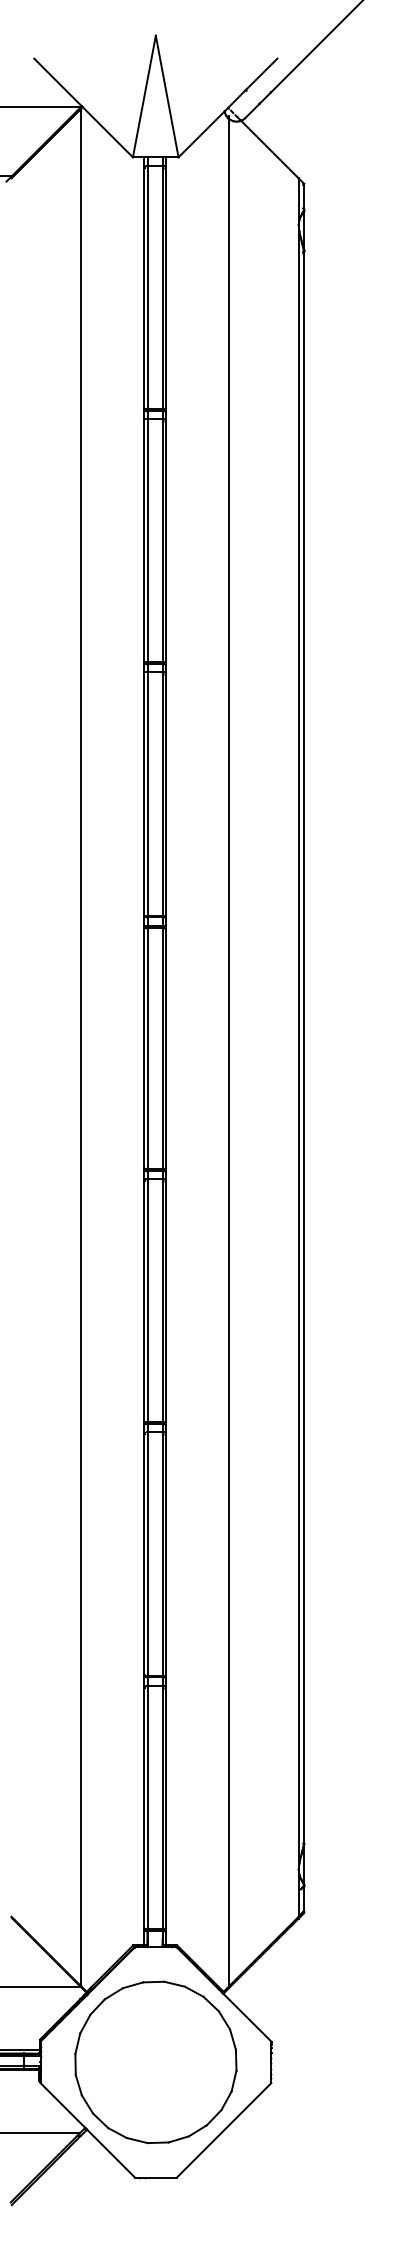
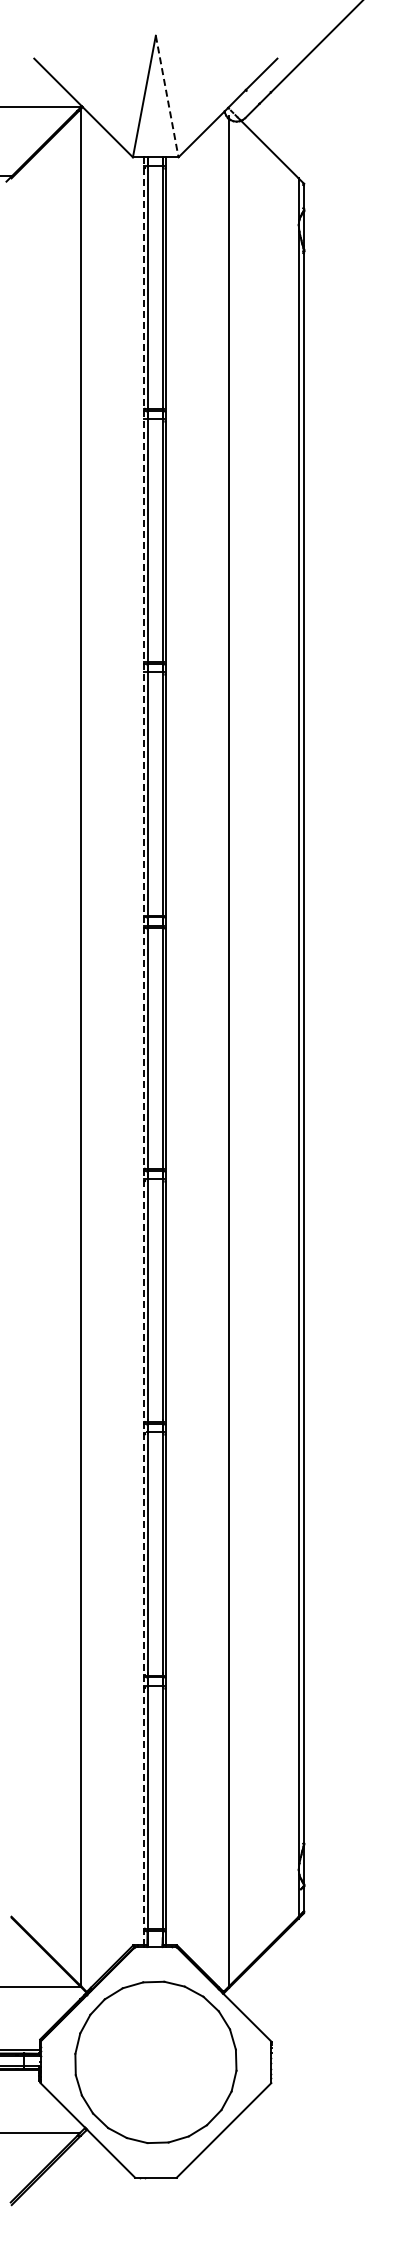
line at (167, 96): solid -> dashed
line at (143, 1051): solid -> dashed
